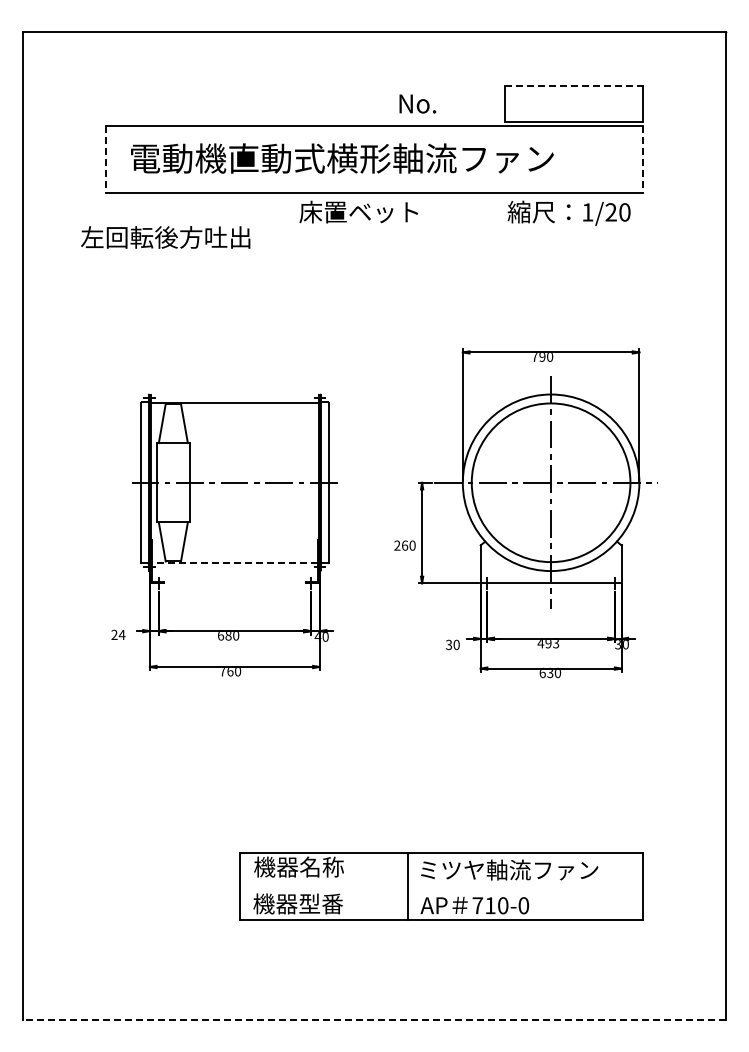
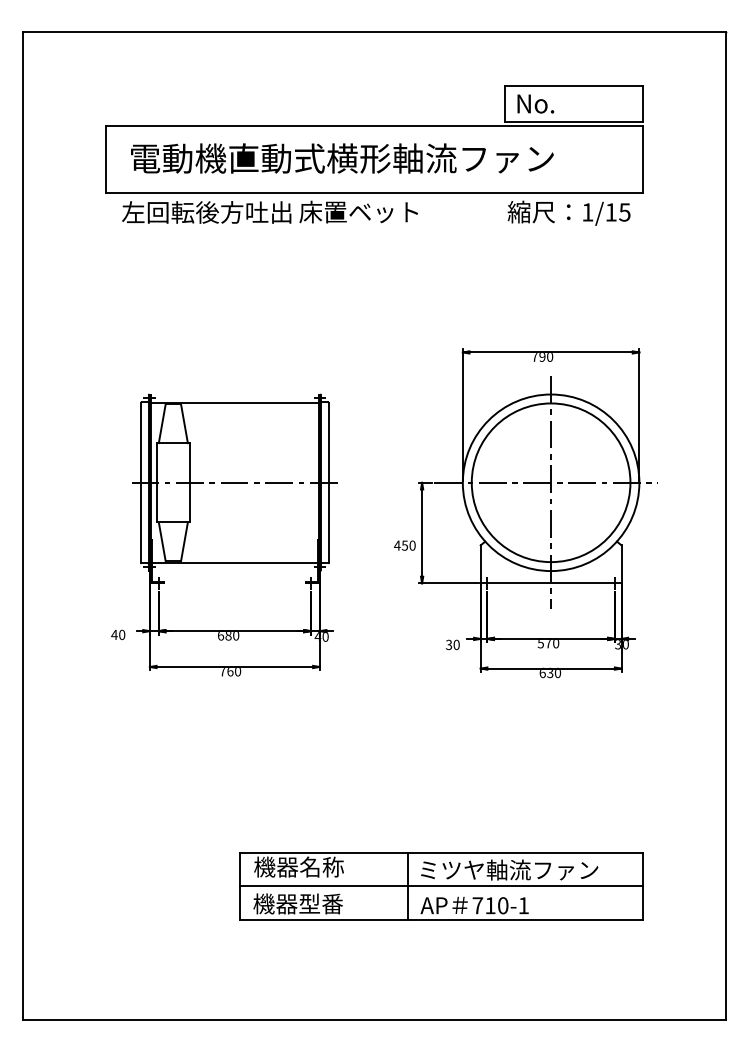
line at (574, 86): dashed -> solid
text at (417, 103) position: (417, 103) -> (535, 103)
line at (106, 159): dashed -> solid
line at (642, 159): dashed -> solid
text at (617, 212): 1/20 -> 1/15
text at (165, 237) position: (165, 237) -> (206, 212)
text at (401, 545): 260 -> 450
line at (234, 562): dashed -> solid
text at (118, 634): 24 -> 40
text at (548, 644): 493 -> 570
line at (441, 886): none -> present
text at (523, 905): 710-0 -> 710-1
line at (374, 1020): dashed -> solid
